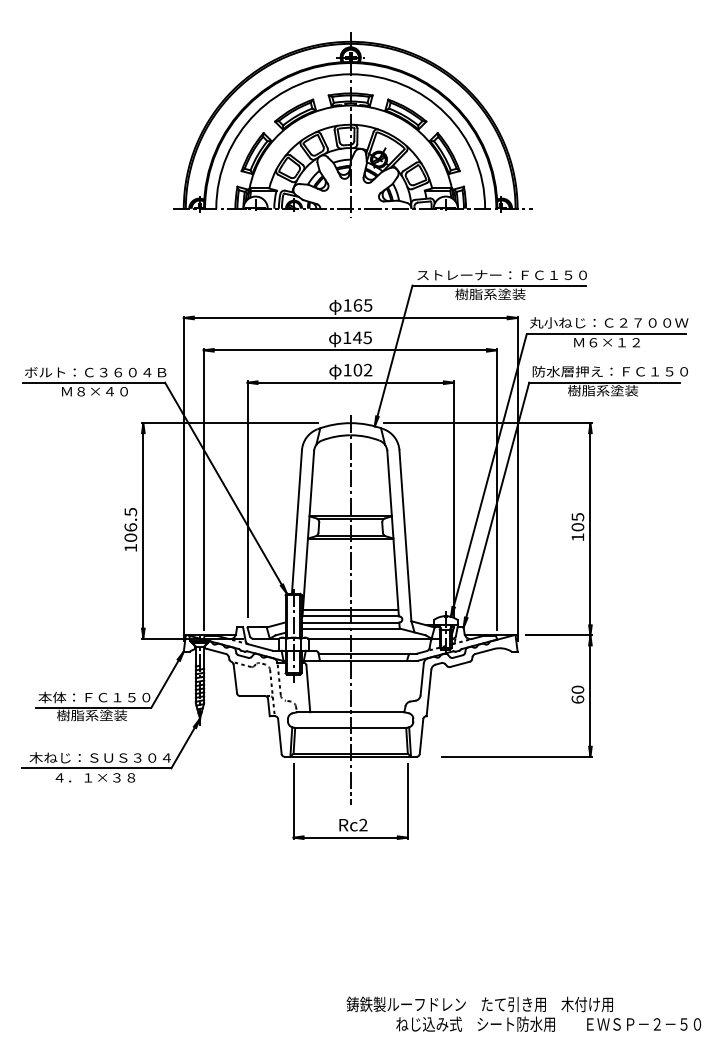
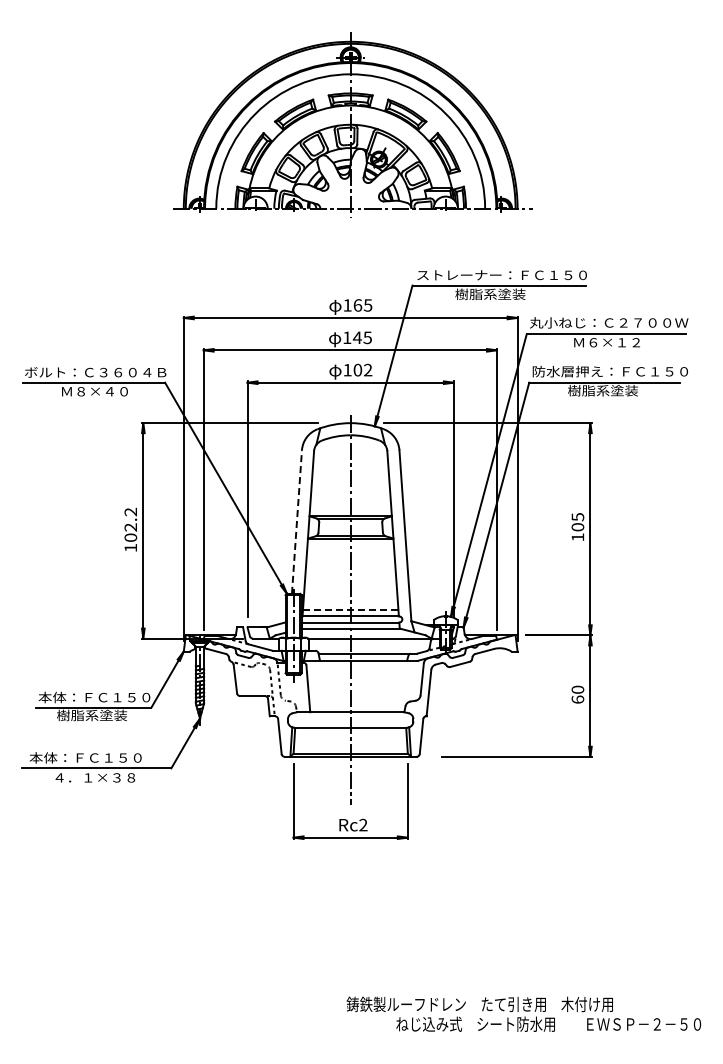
text at (130, 519): 106.5 -> 102.2
line at (296, 522): solid -> dashed
line at (350, 610): solid -> dashed
text at (99, 757): 木ねじ：ＳＵＳ３０４ -> 本体：ＦＣ１５０
